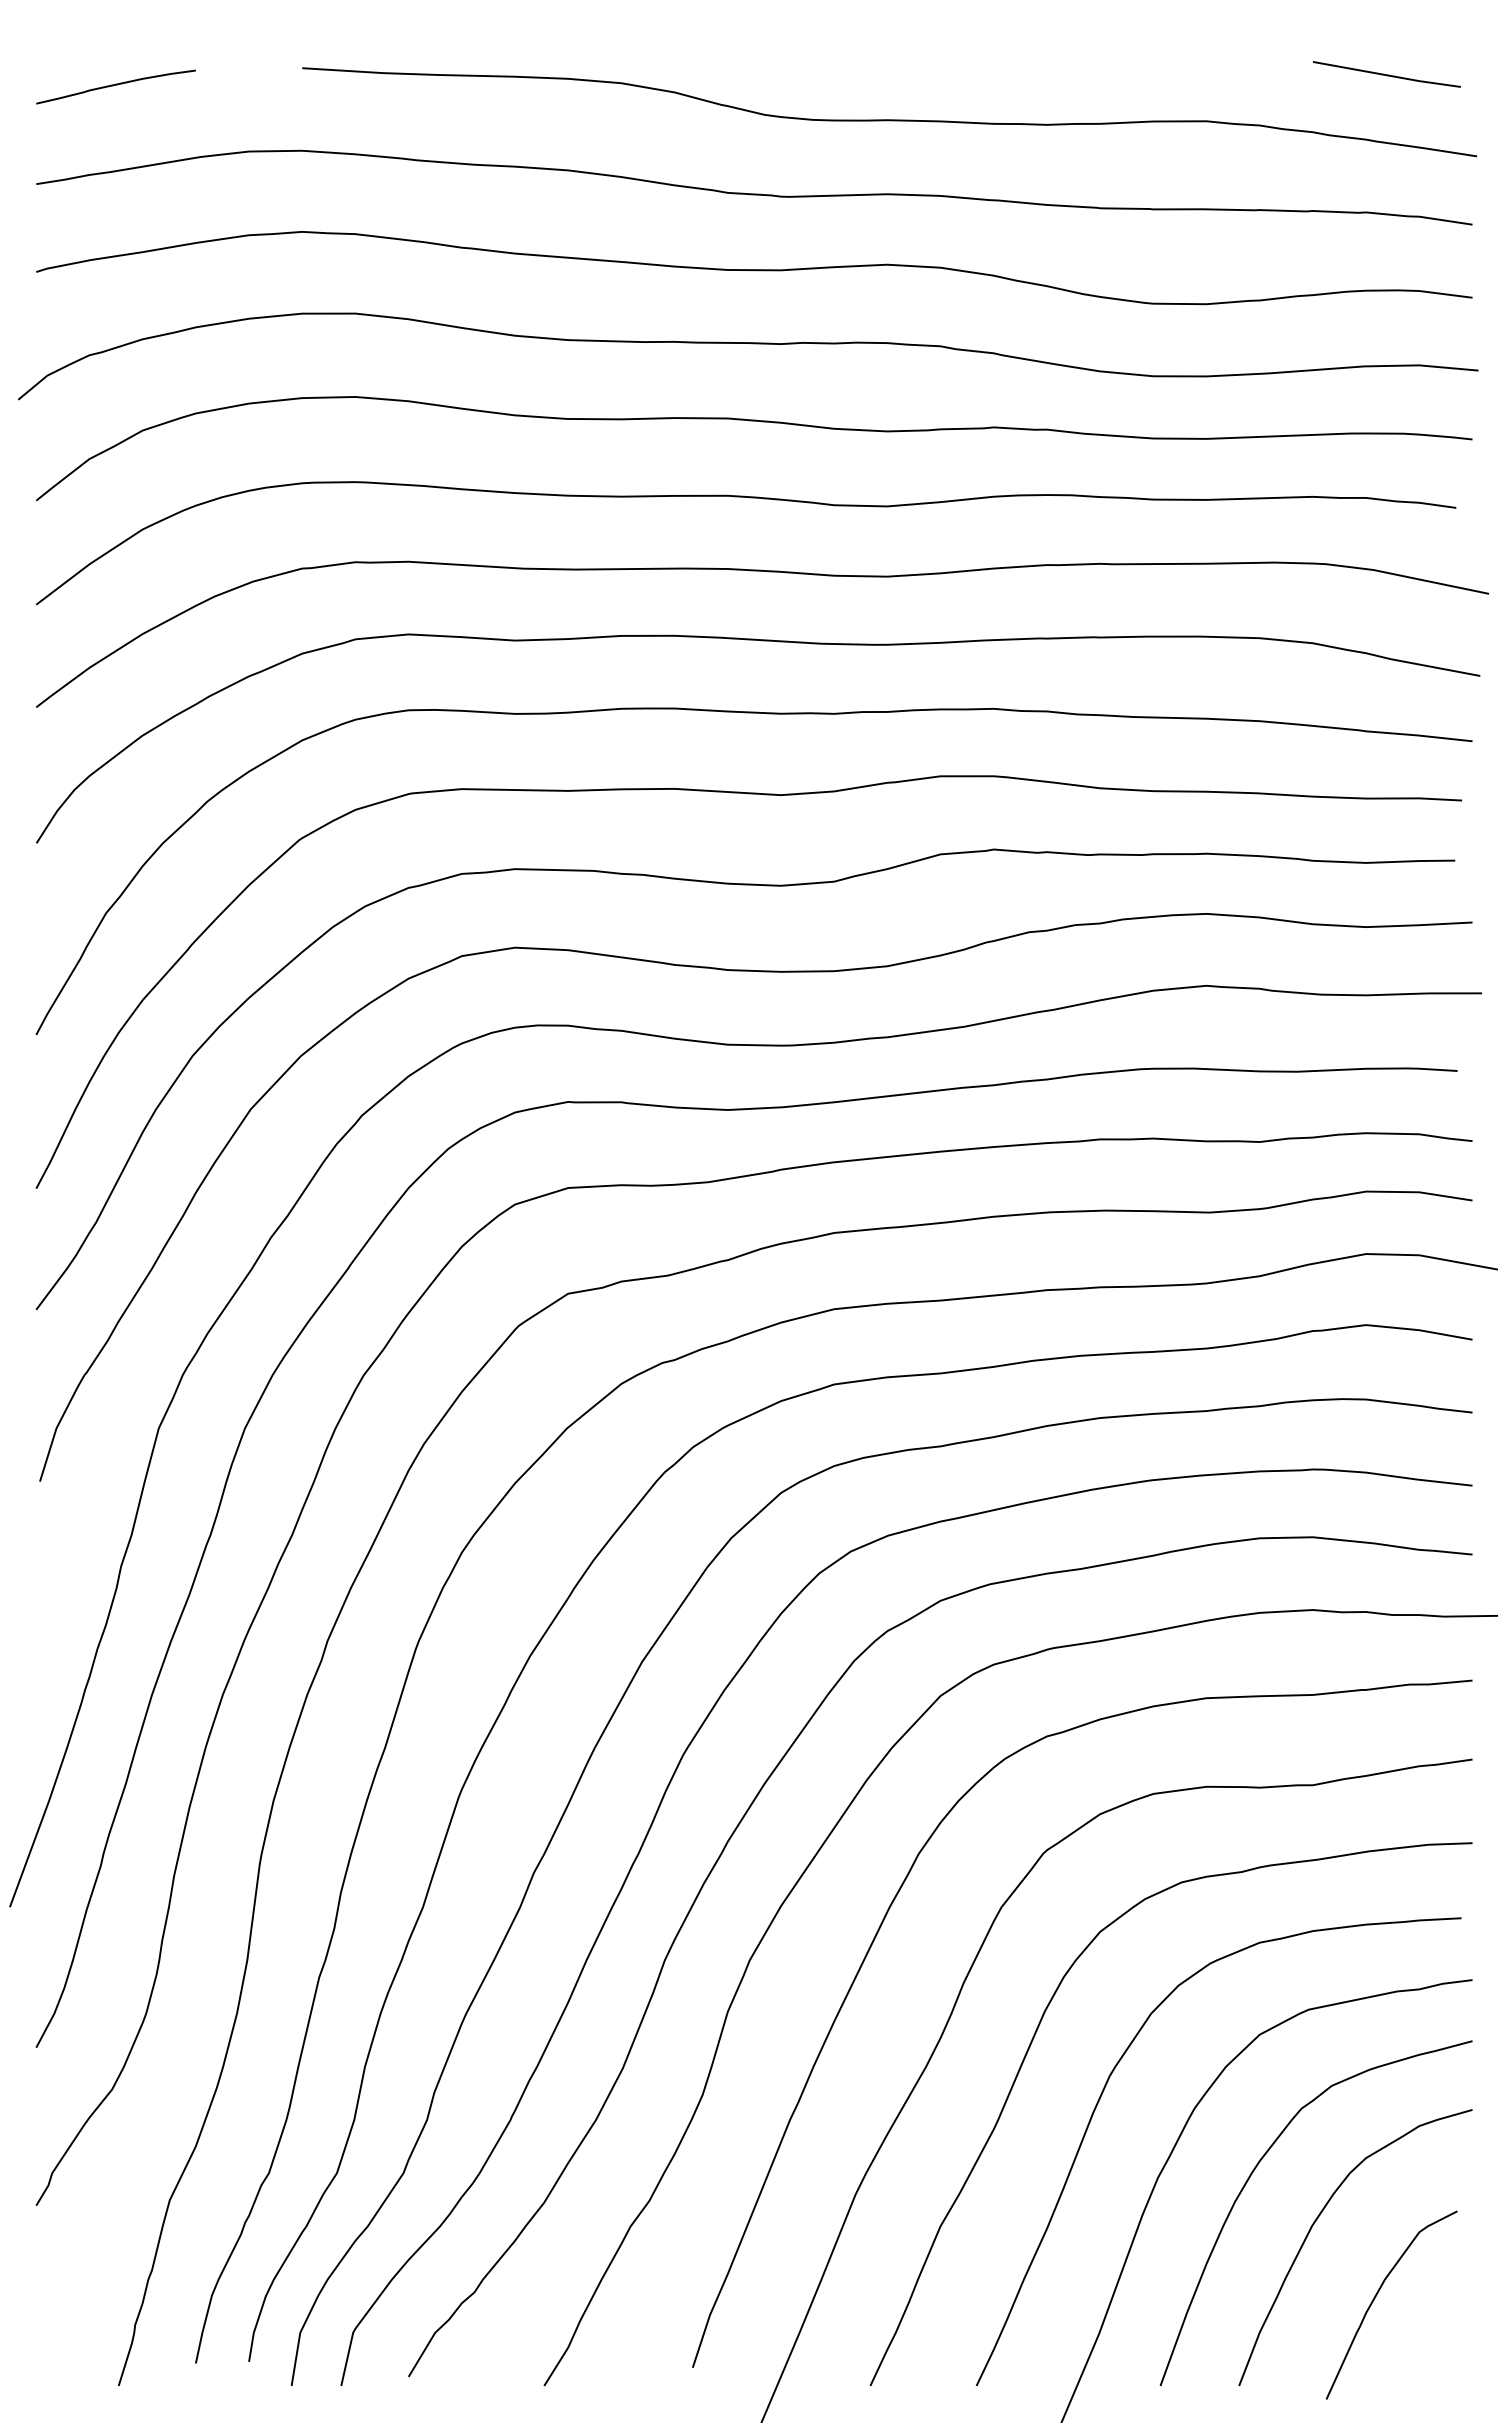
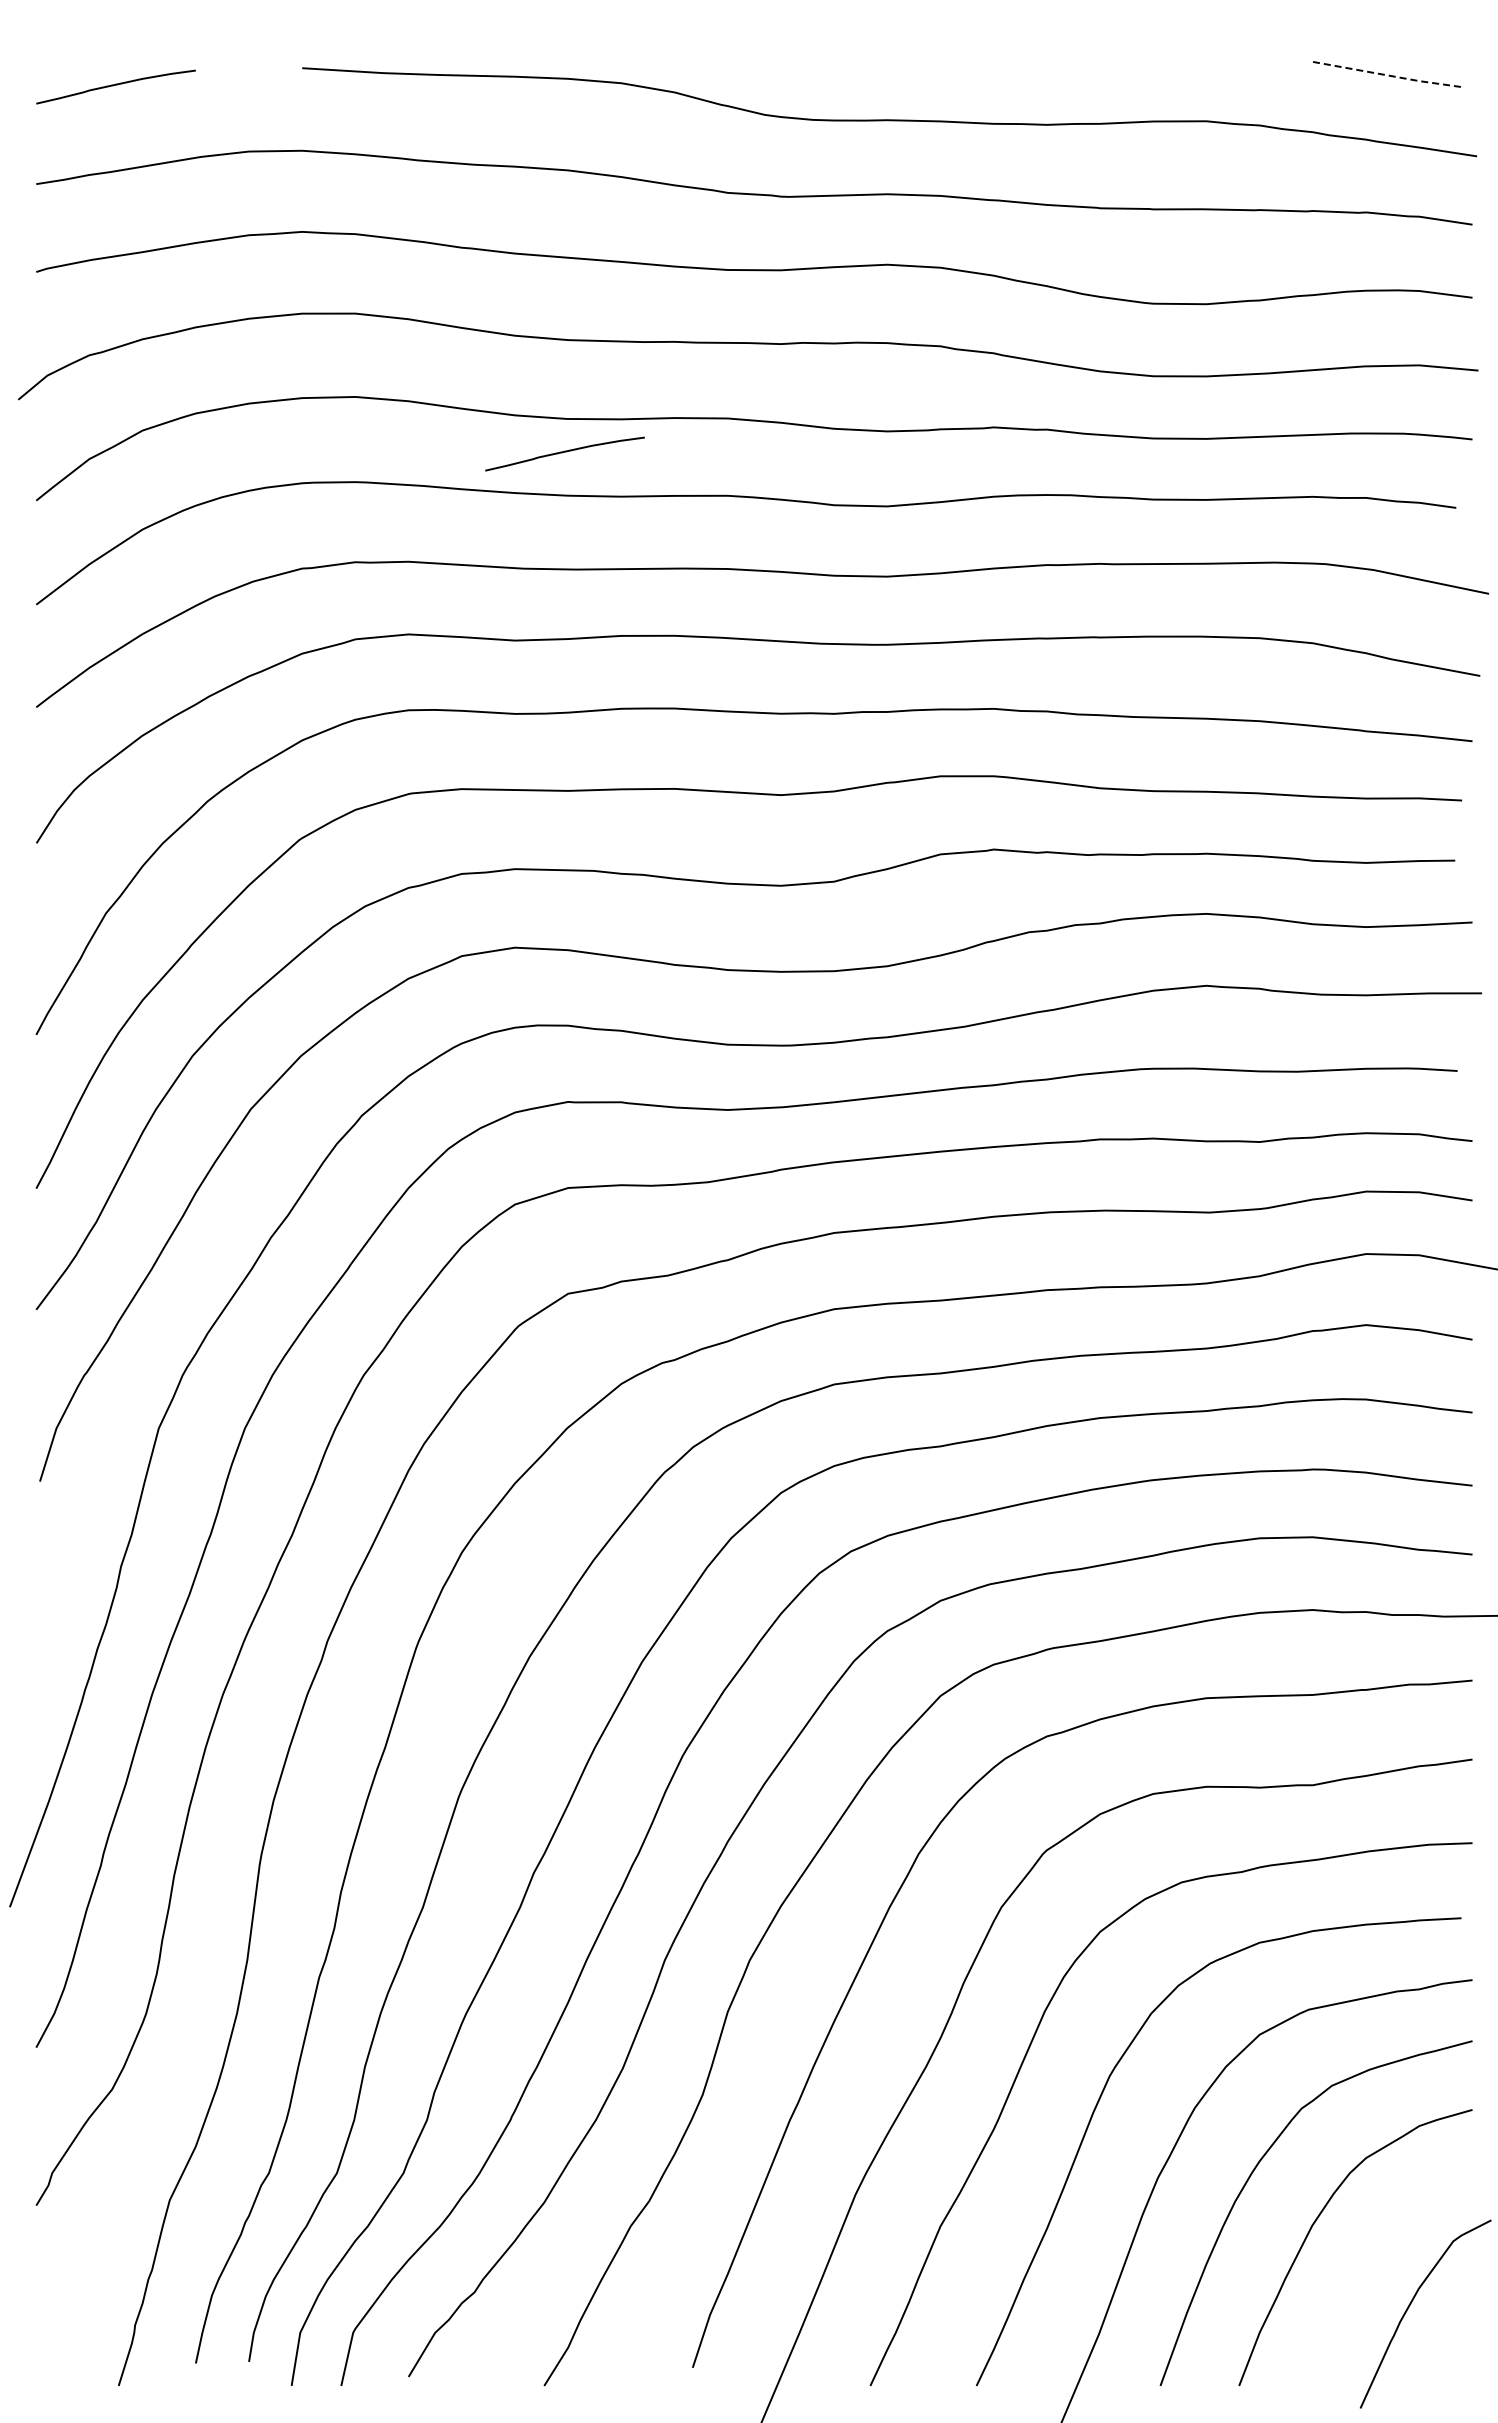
line at (1387, 75): solid -> dashed
curve at (564, 452): none -> present
curve at (1377, 2295) position: (1377, 2295) -> (1411, 2304)
